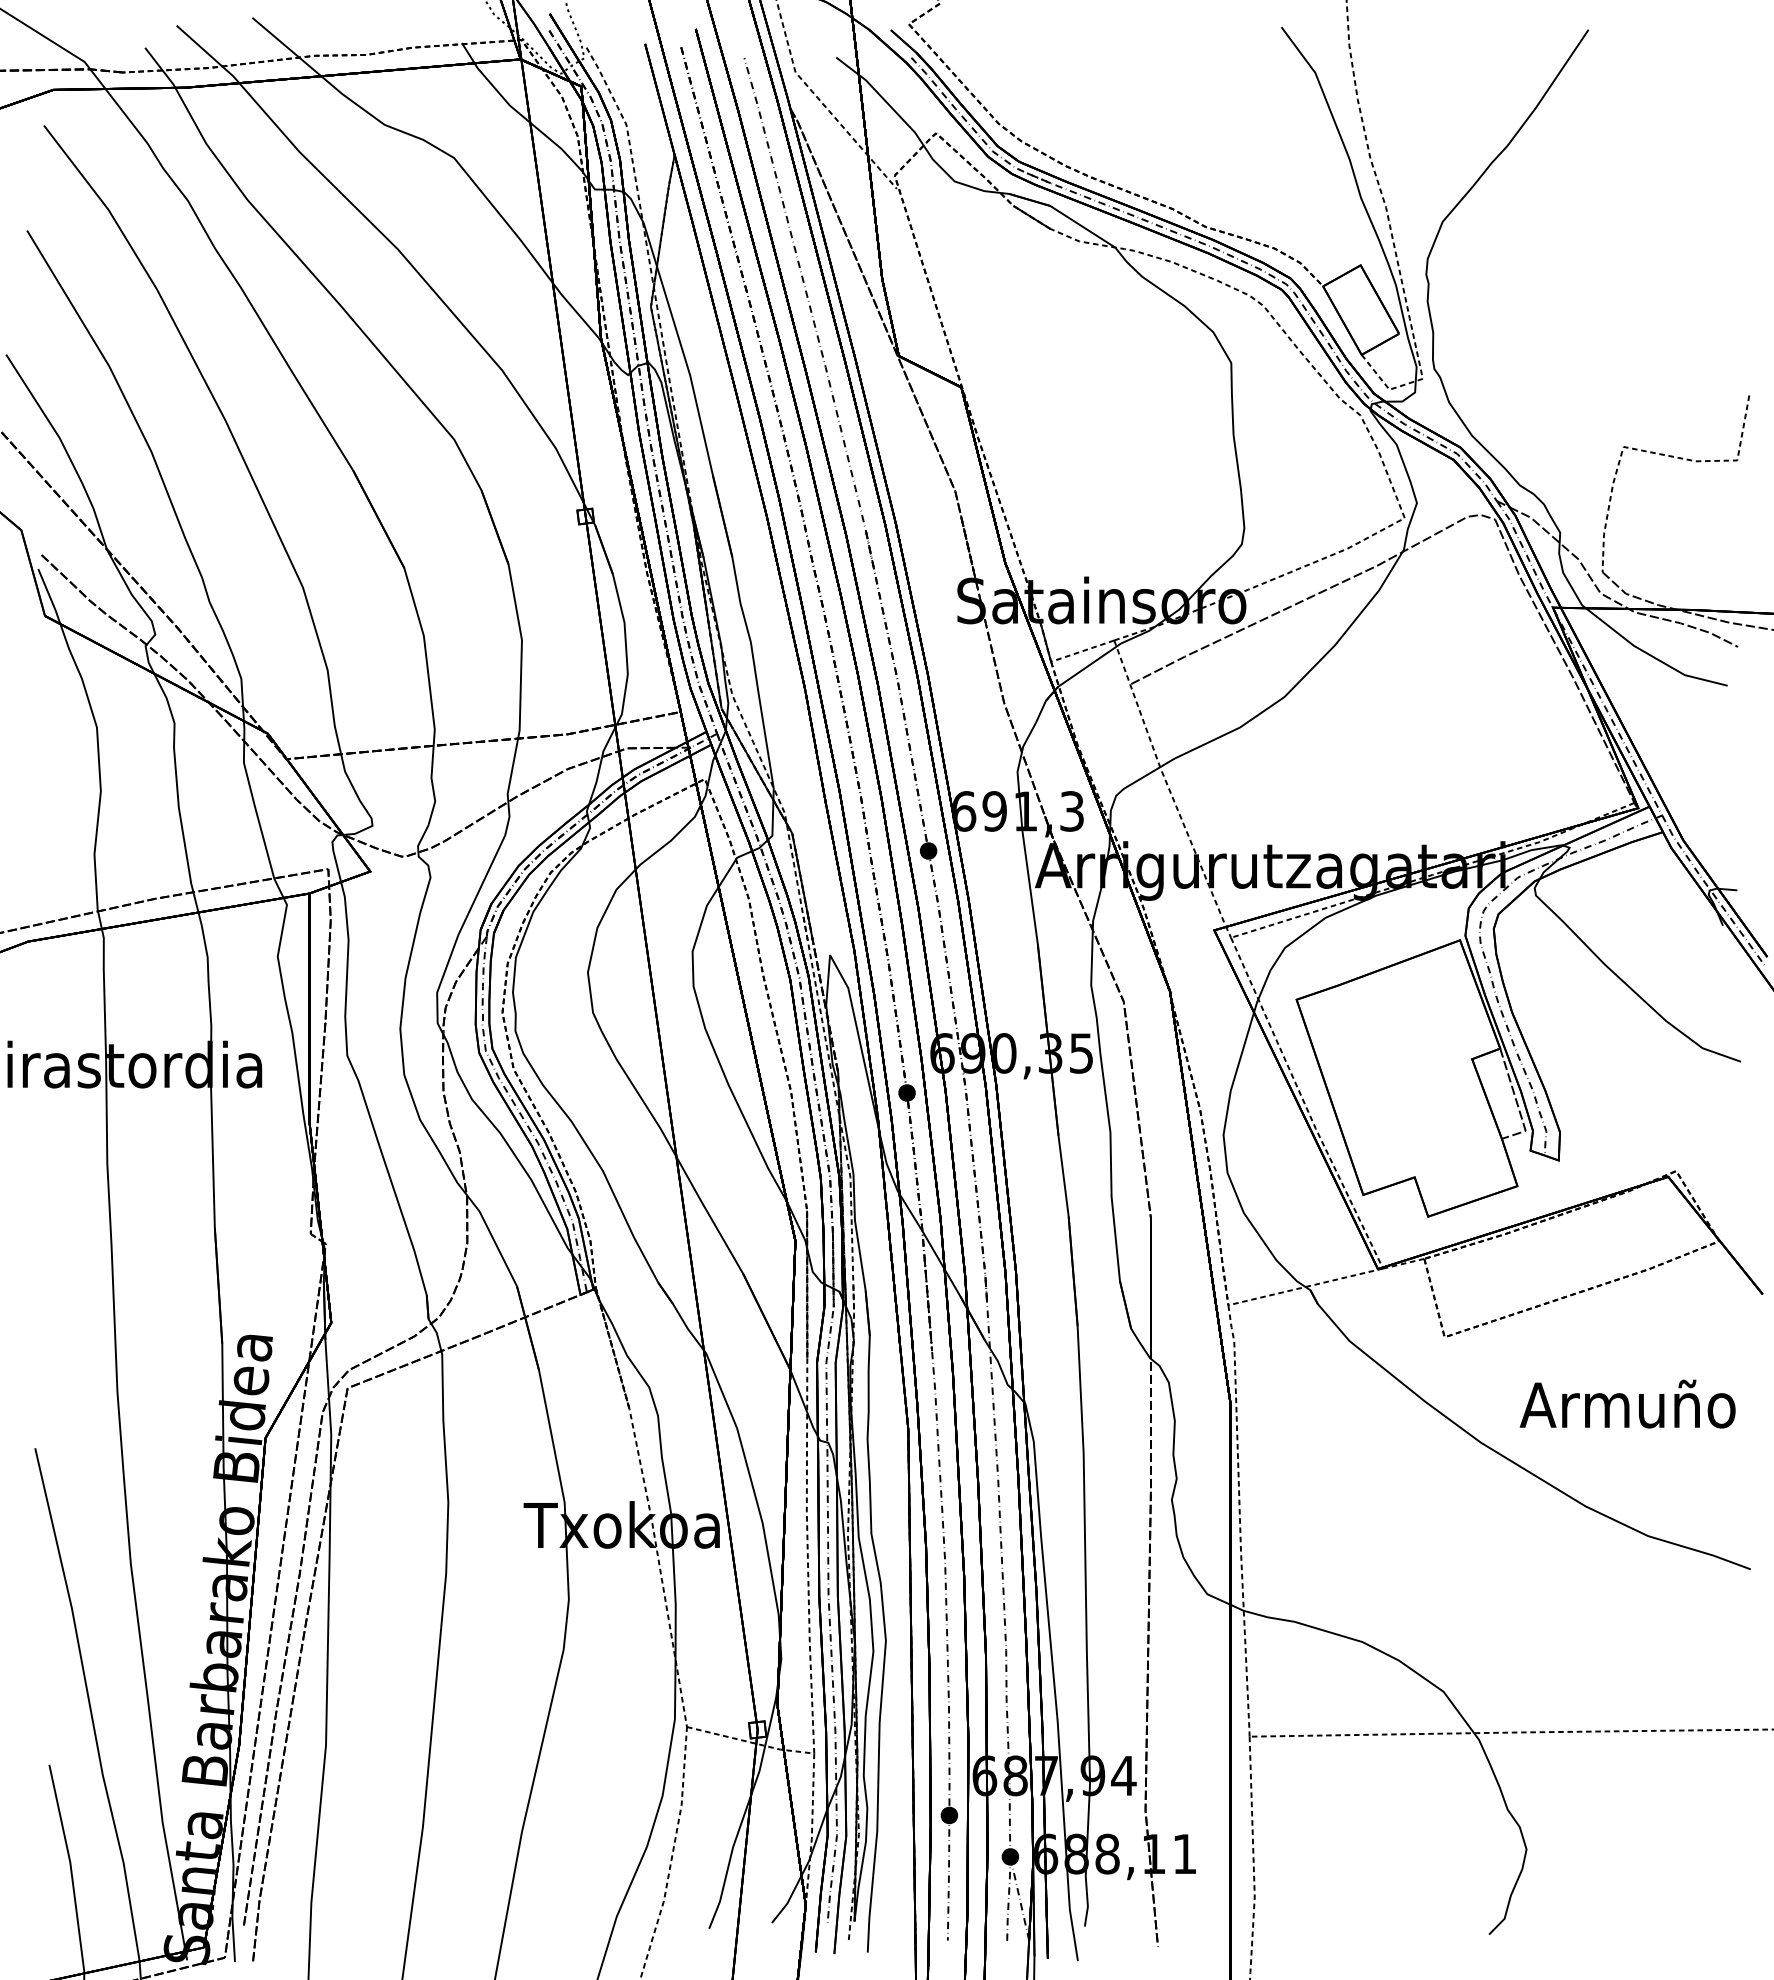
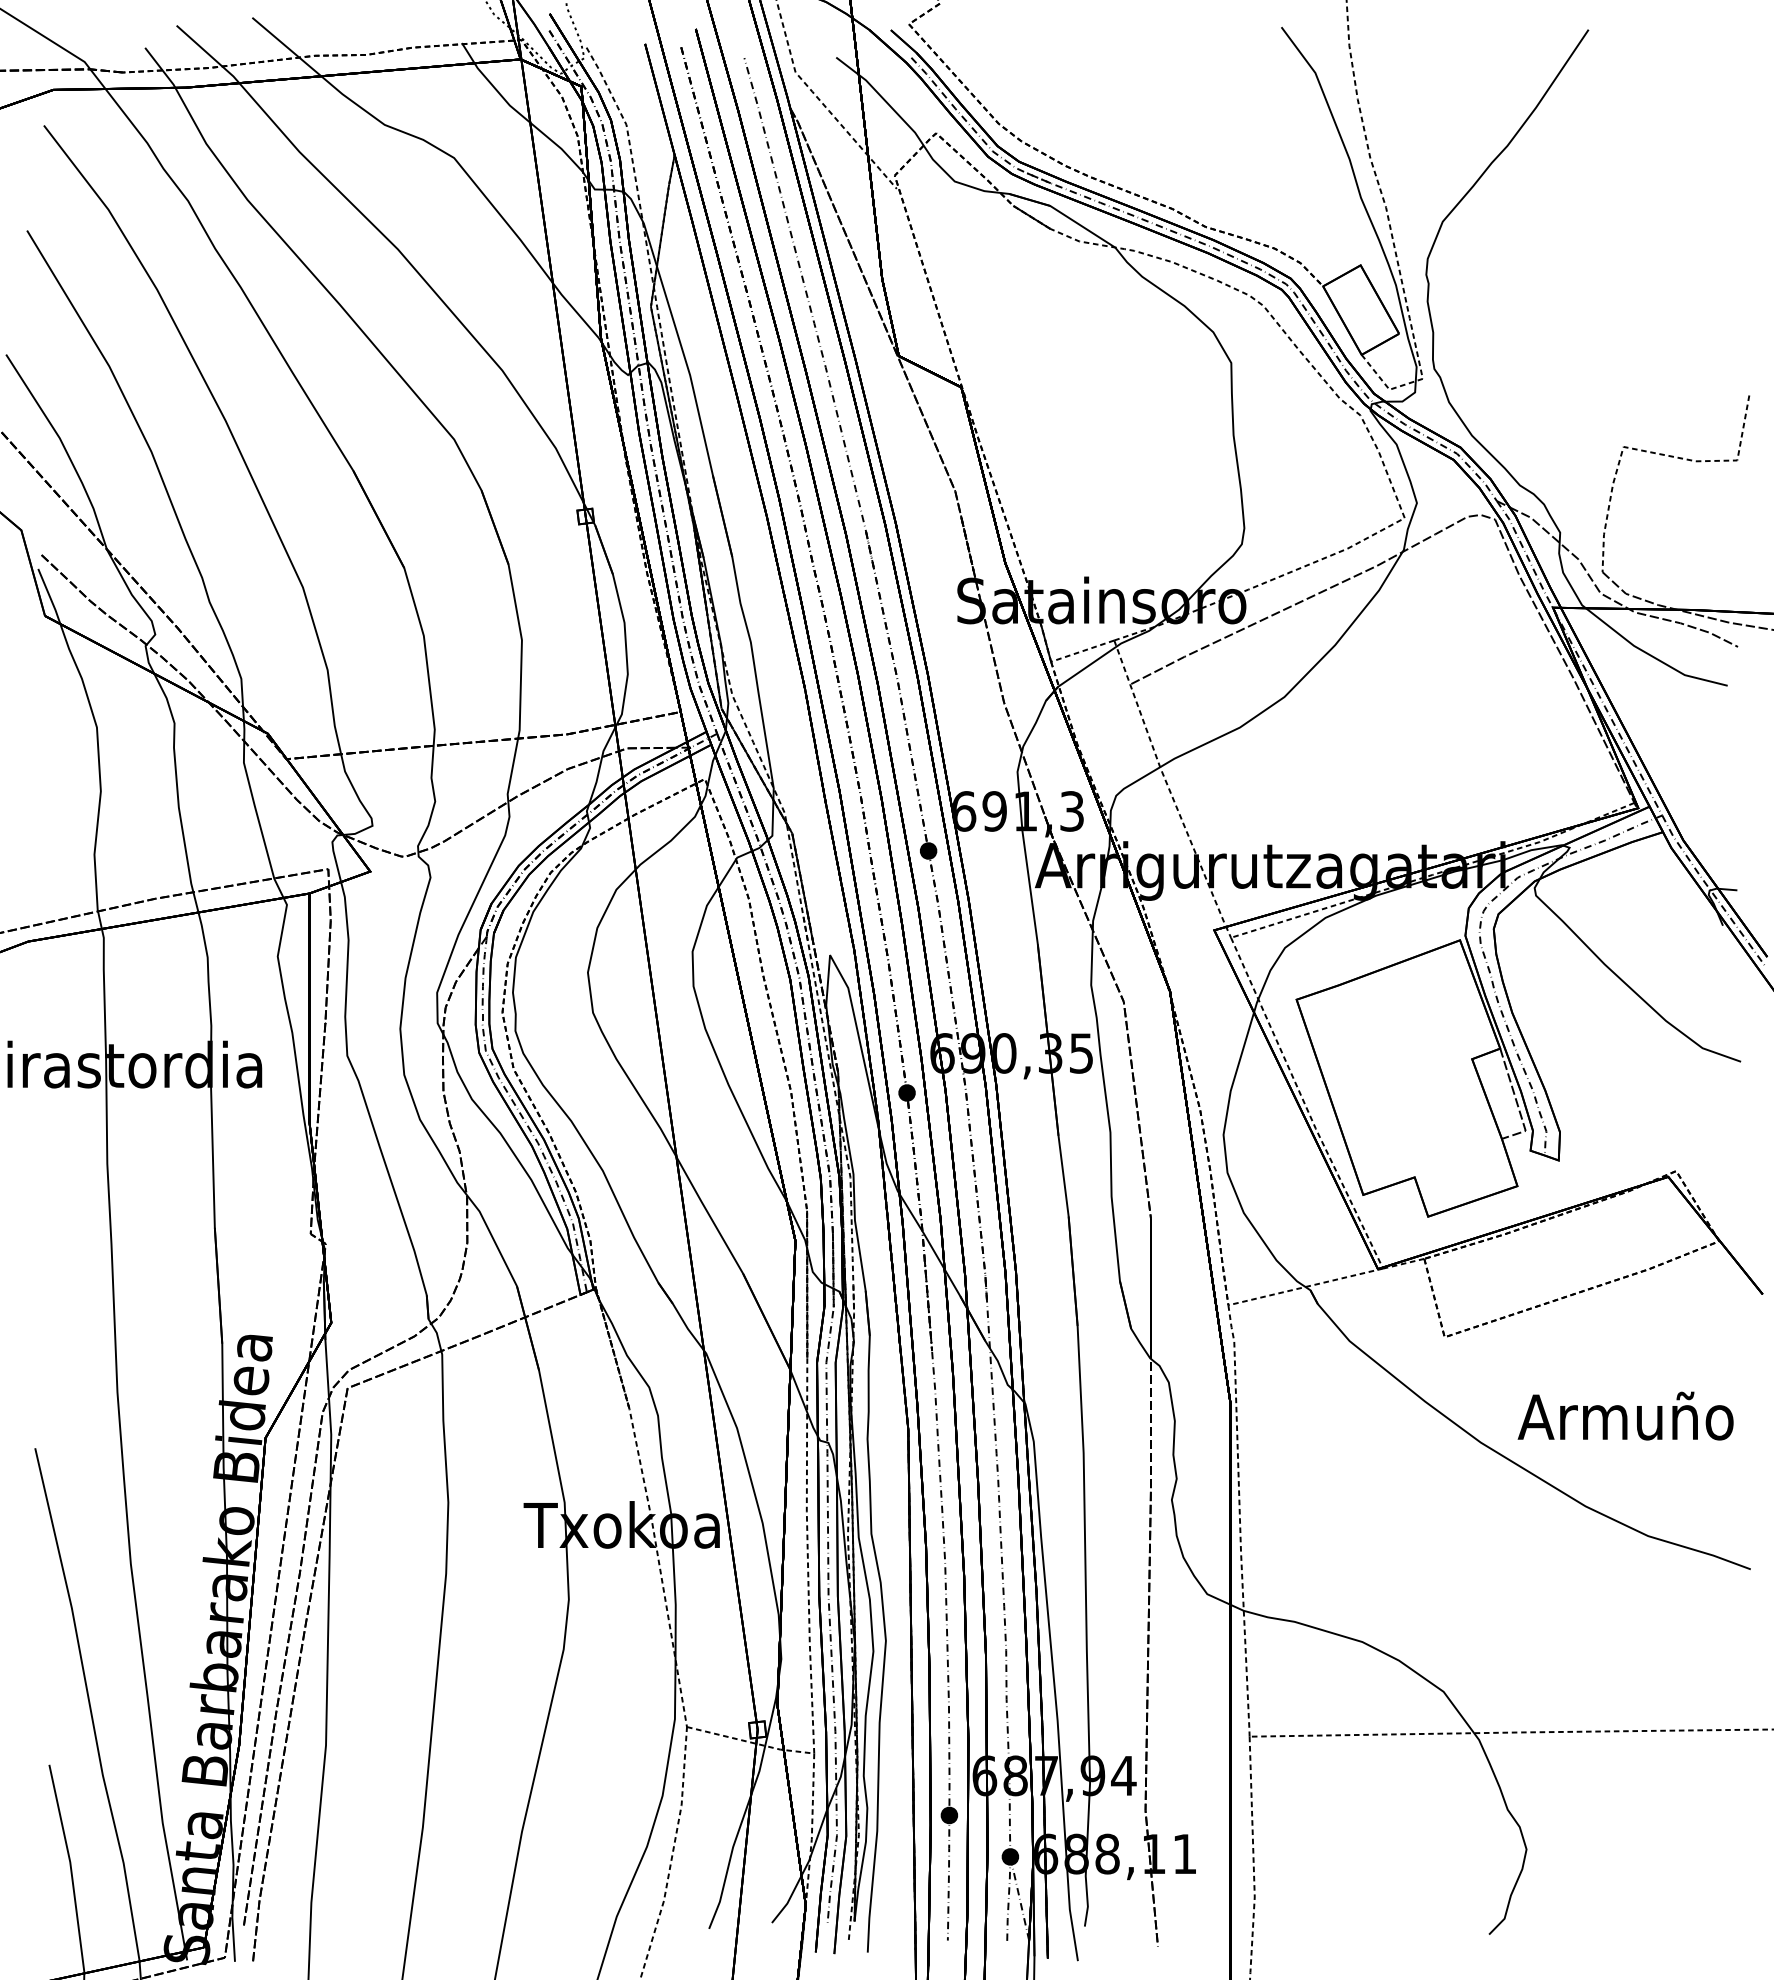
text at (1627, 1403) position: (1627, 1403) -> (1625, 1415)
